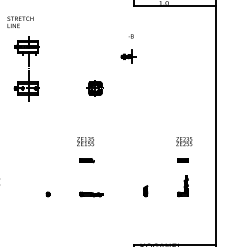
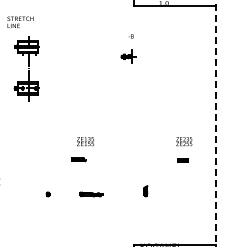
part at (94, 88): present -> none
line at (215, 123): solid -> dashed
part at (86, 160) position: (86, 160) -> (78, 159)
part at (182, 186): present -> none
